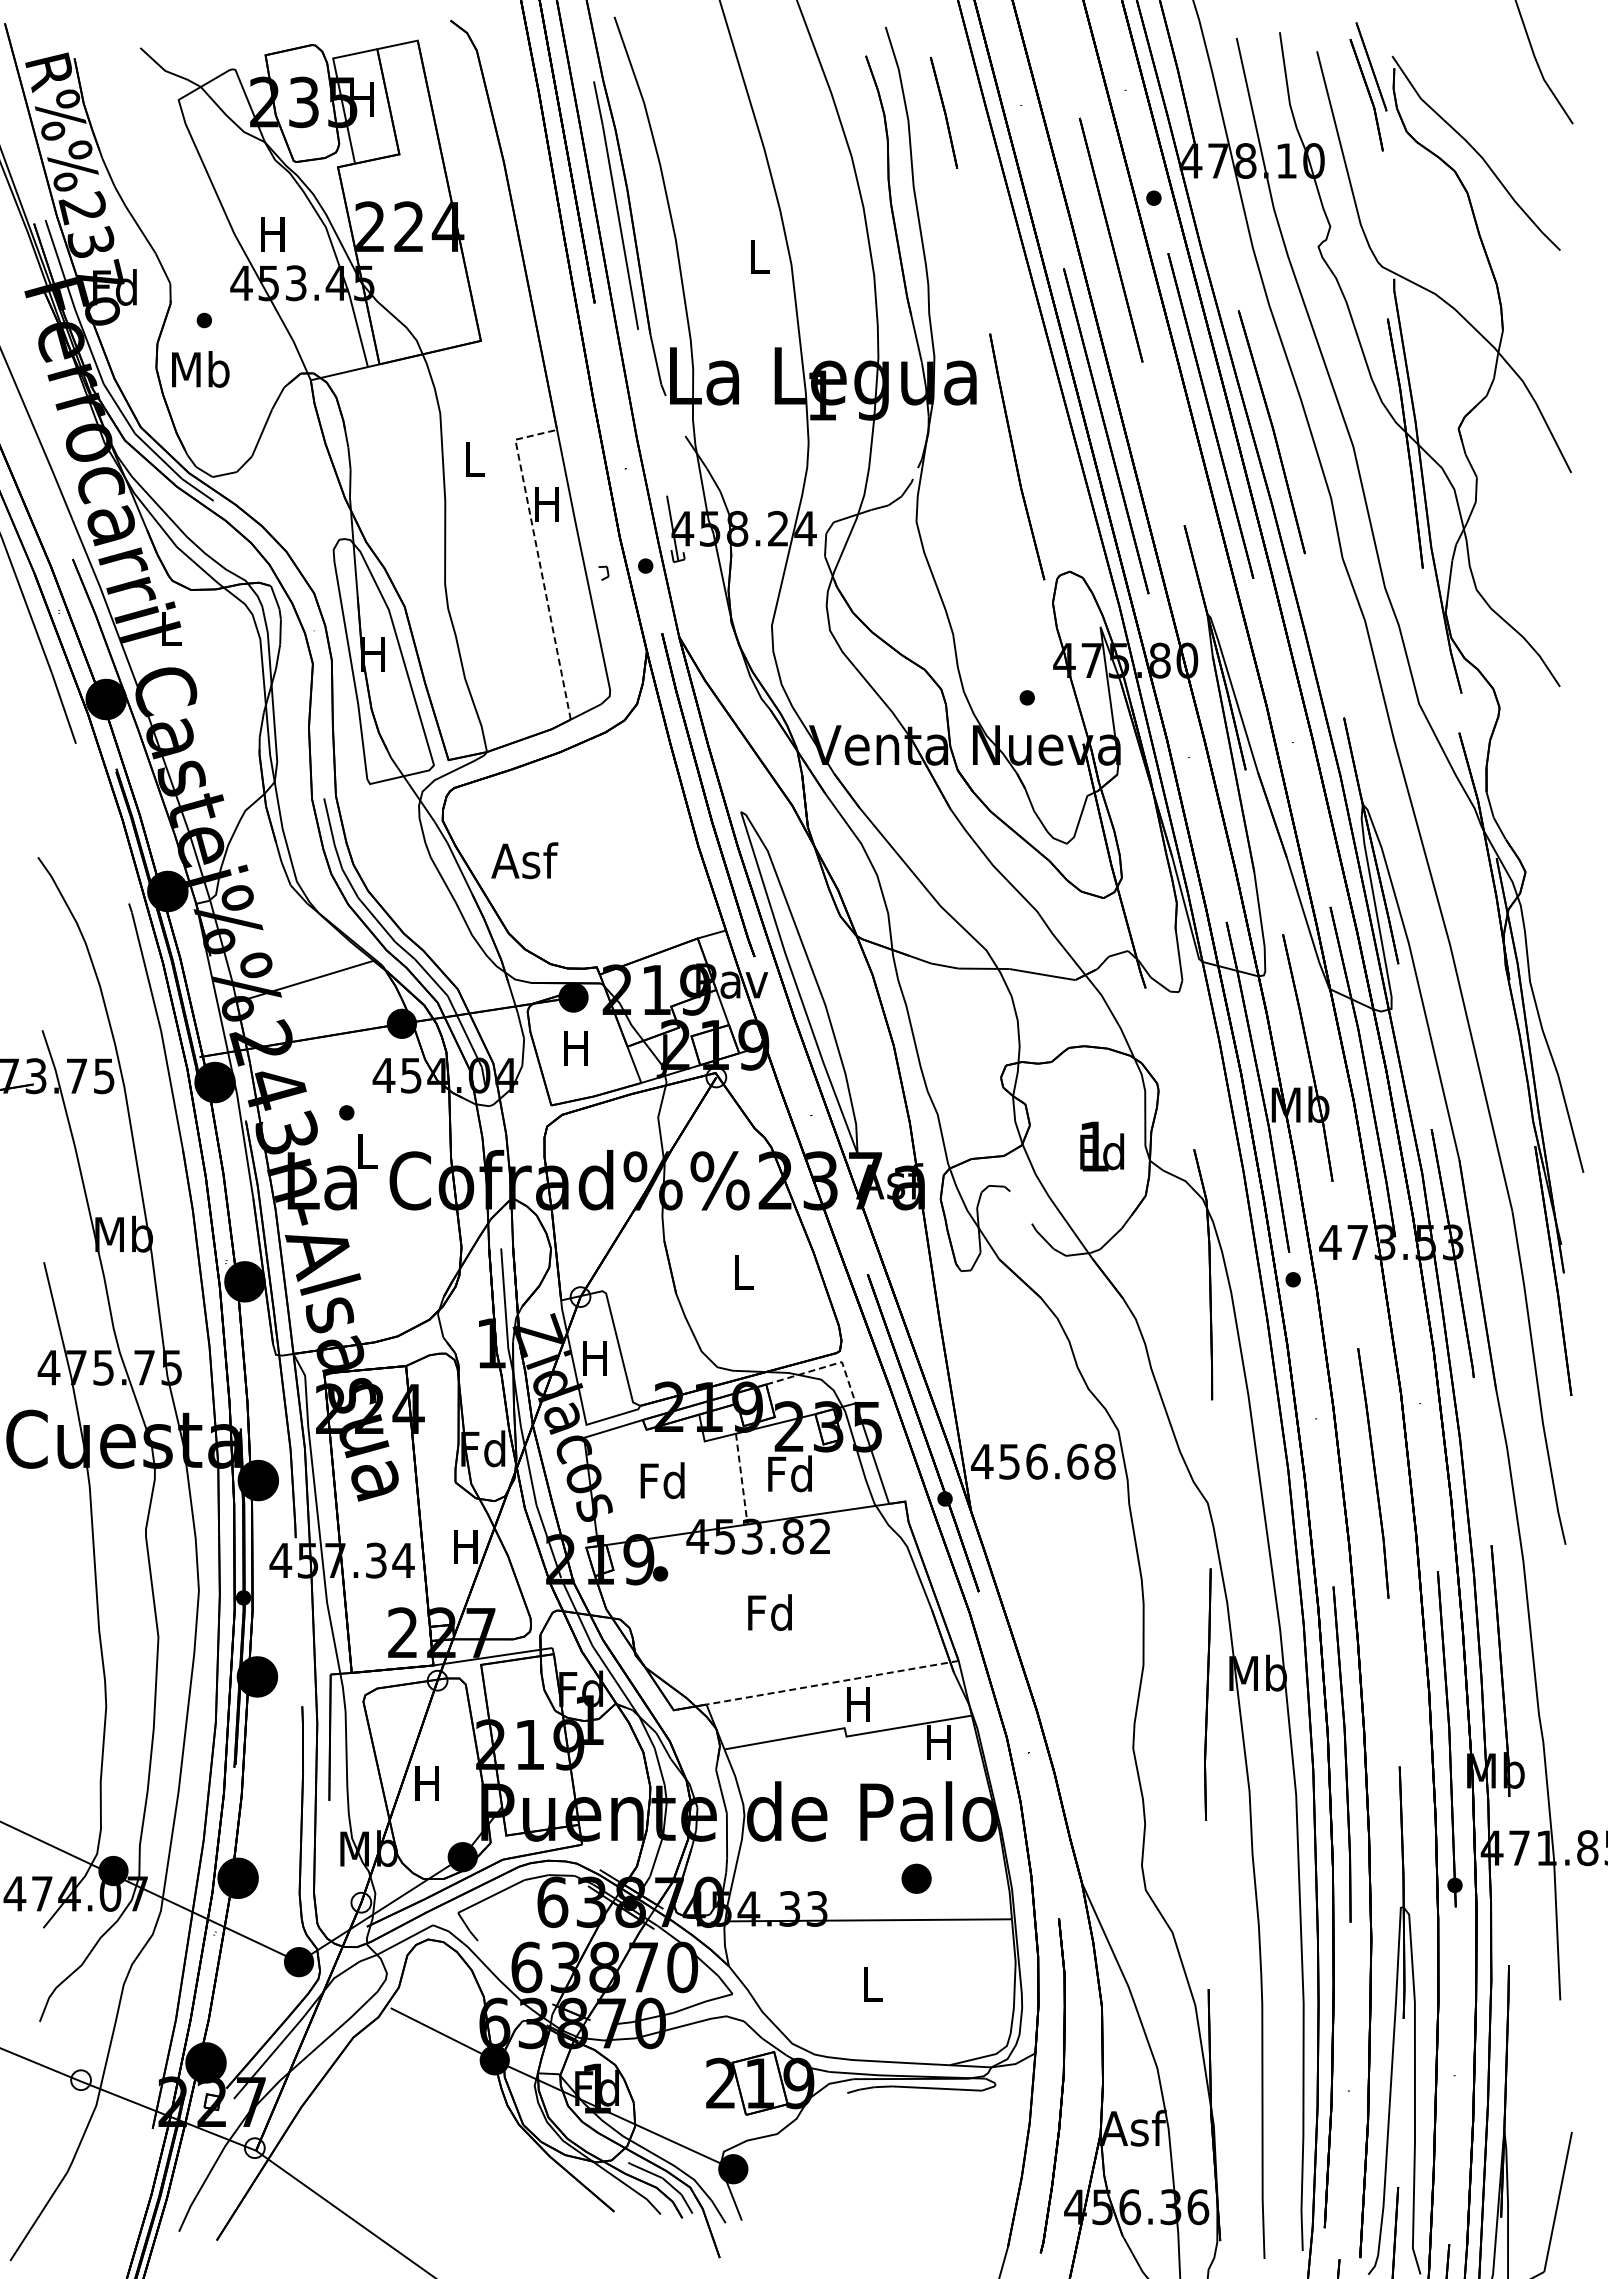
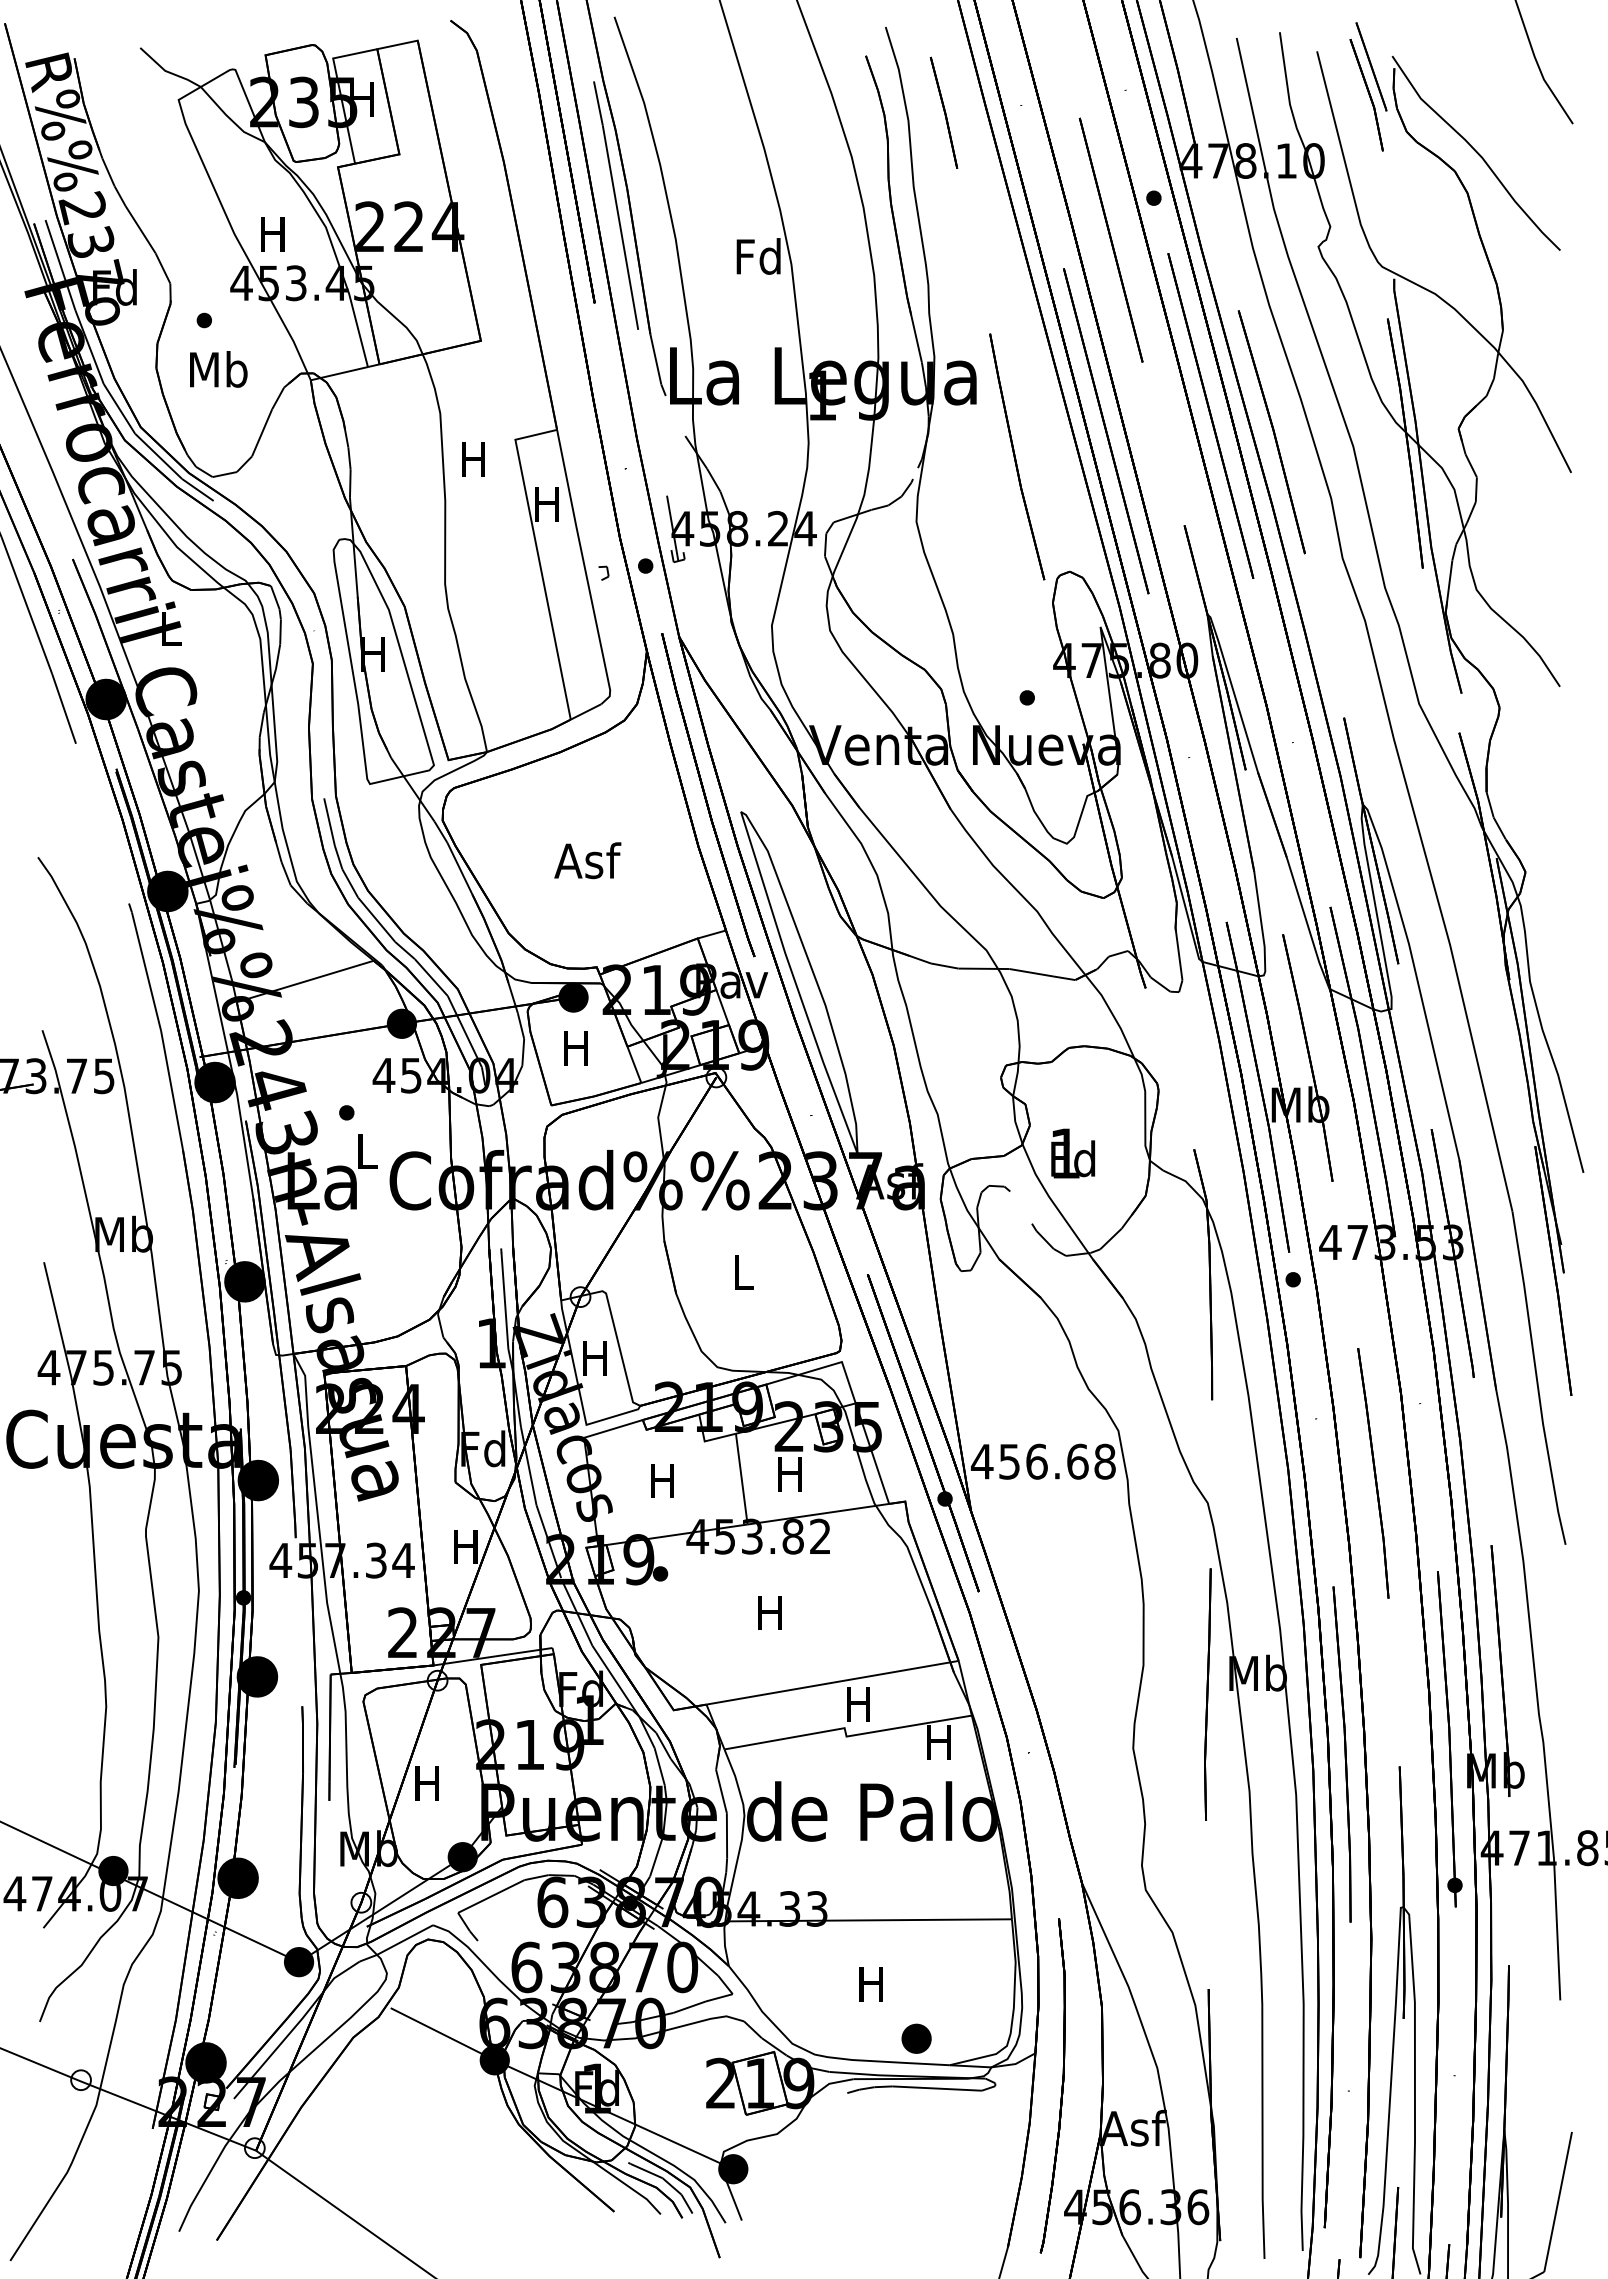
text at (758, 256): L -> Fd
text at (200, 369) position: (200, 369) -> (218, 369)
text at (473, 459): L -> H
line at (538, 558): dashed -> solid
text at (524, 860) position: (524, 860) -> (587, 860)
text at (1101, 1146) position: (1101, 1146) -> (1072, 1153)
line at (825, 1366): dashed -> solid
text at (789, 1473): Fd -> H
line at (741, 1479): dashed -> solid
text at (662, 1480): Fd -> H
text at (769, 1612): Fd -> H
line at (832, 1682): dashed -> solid
part at (916, 1878) position: (916, 1878) -> (916, 2038)
text at (870, 1984): L -> H
